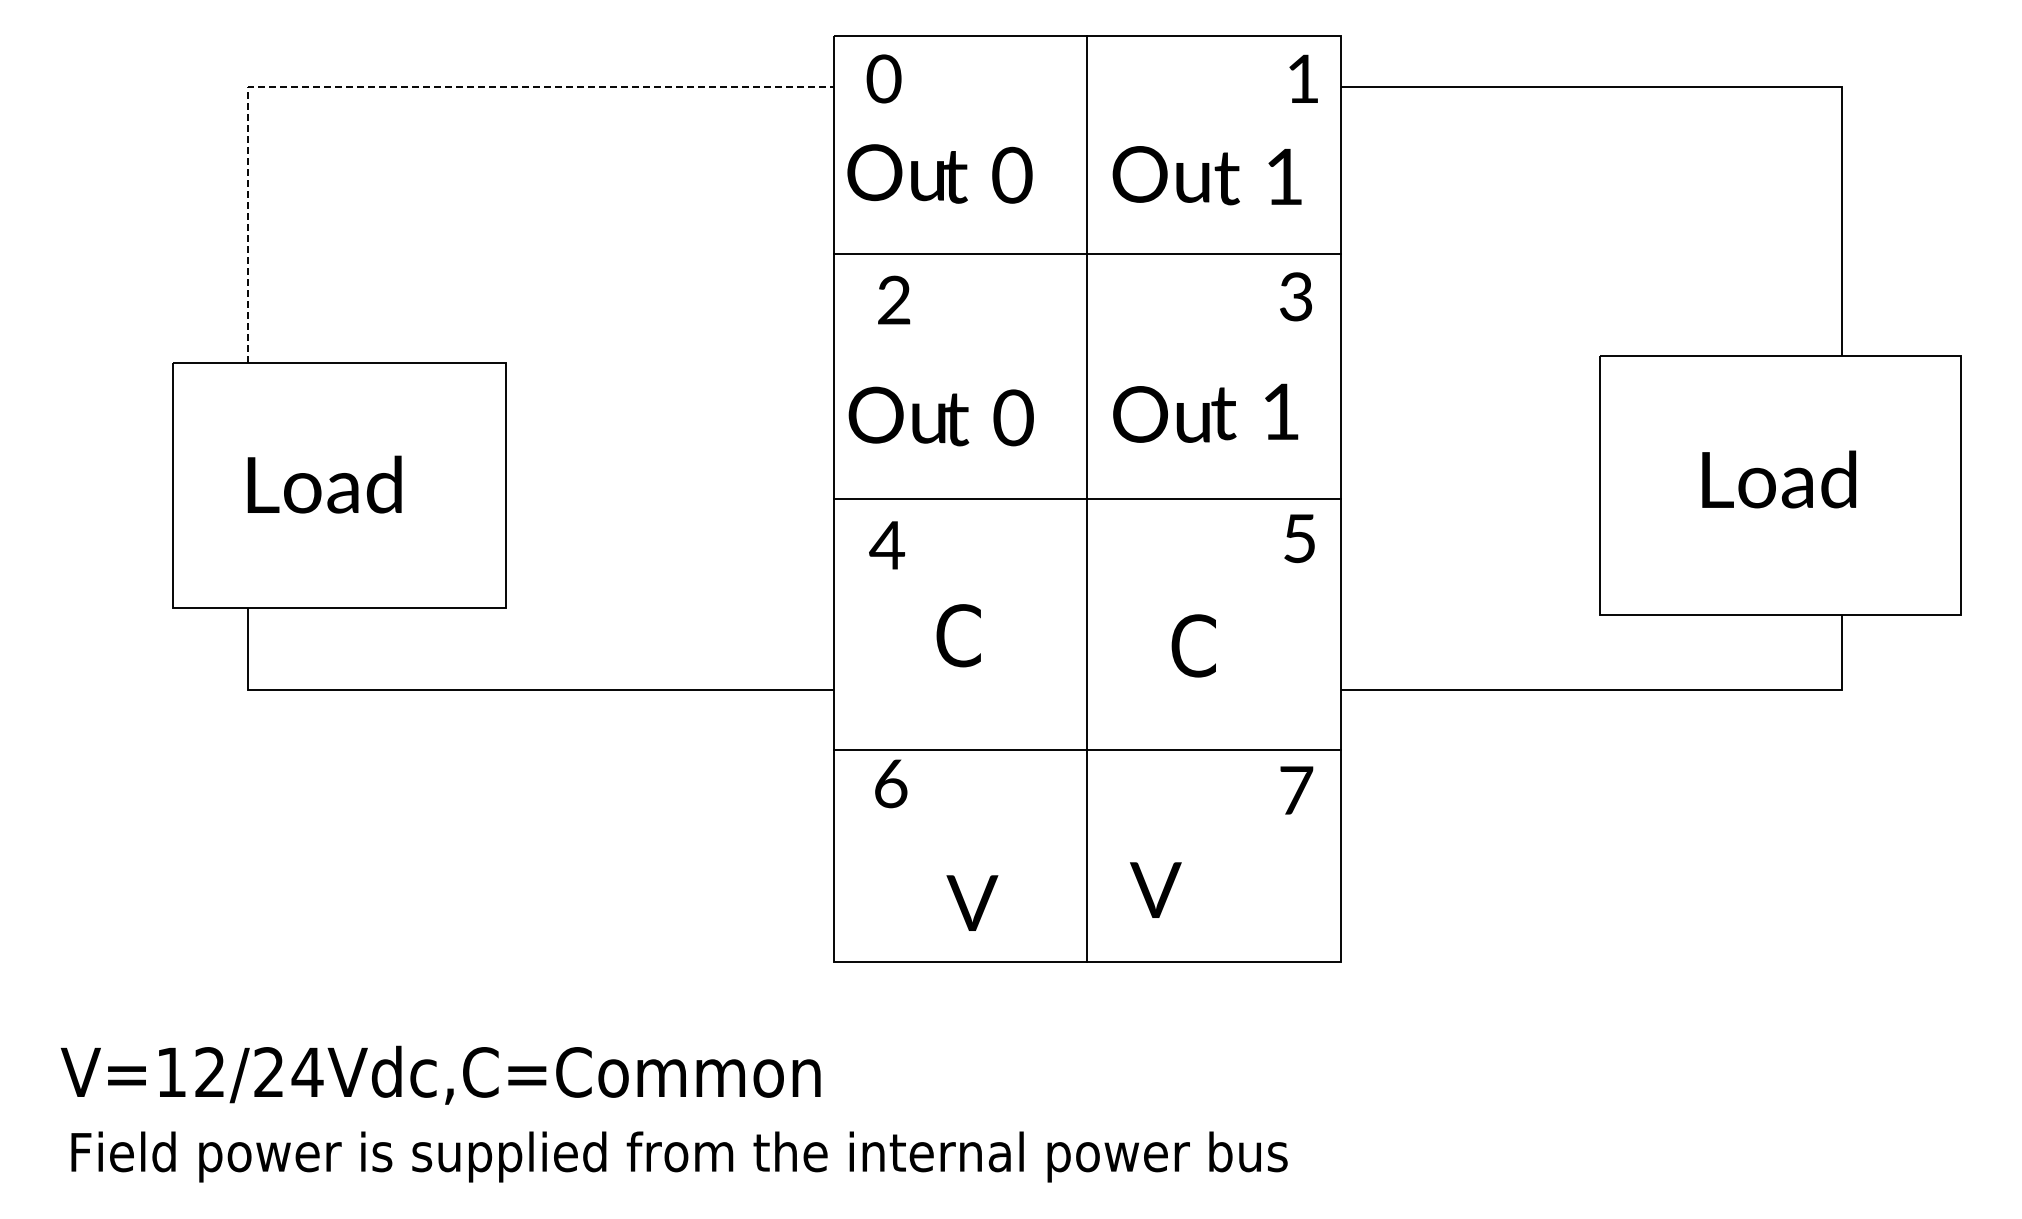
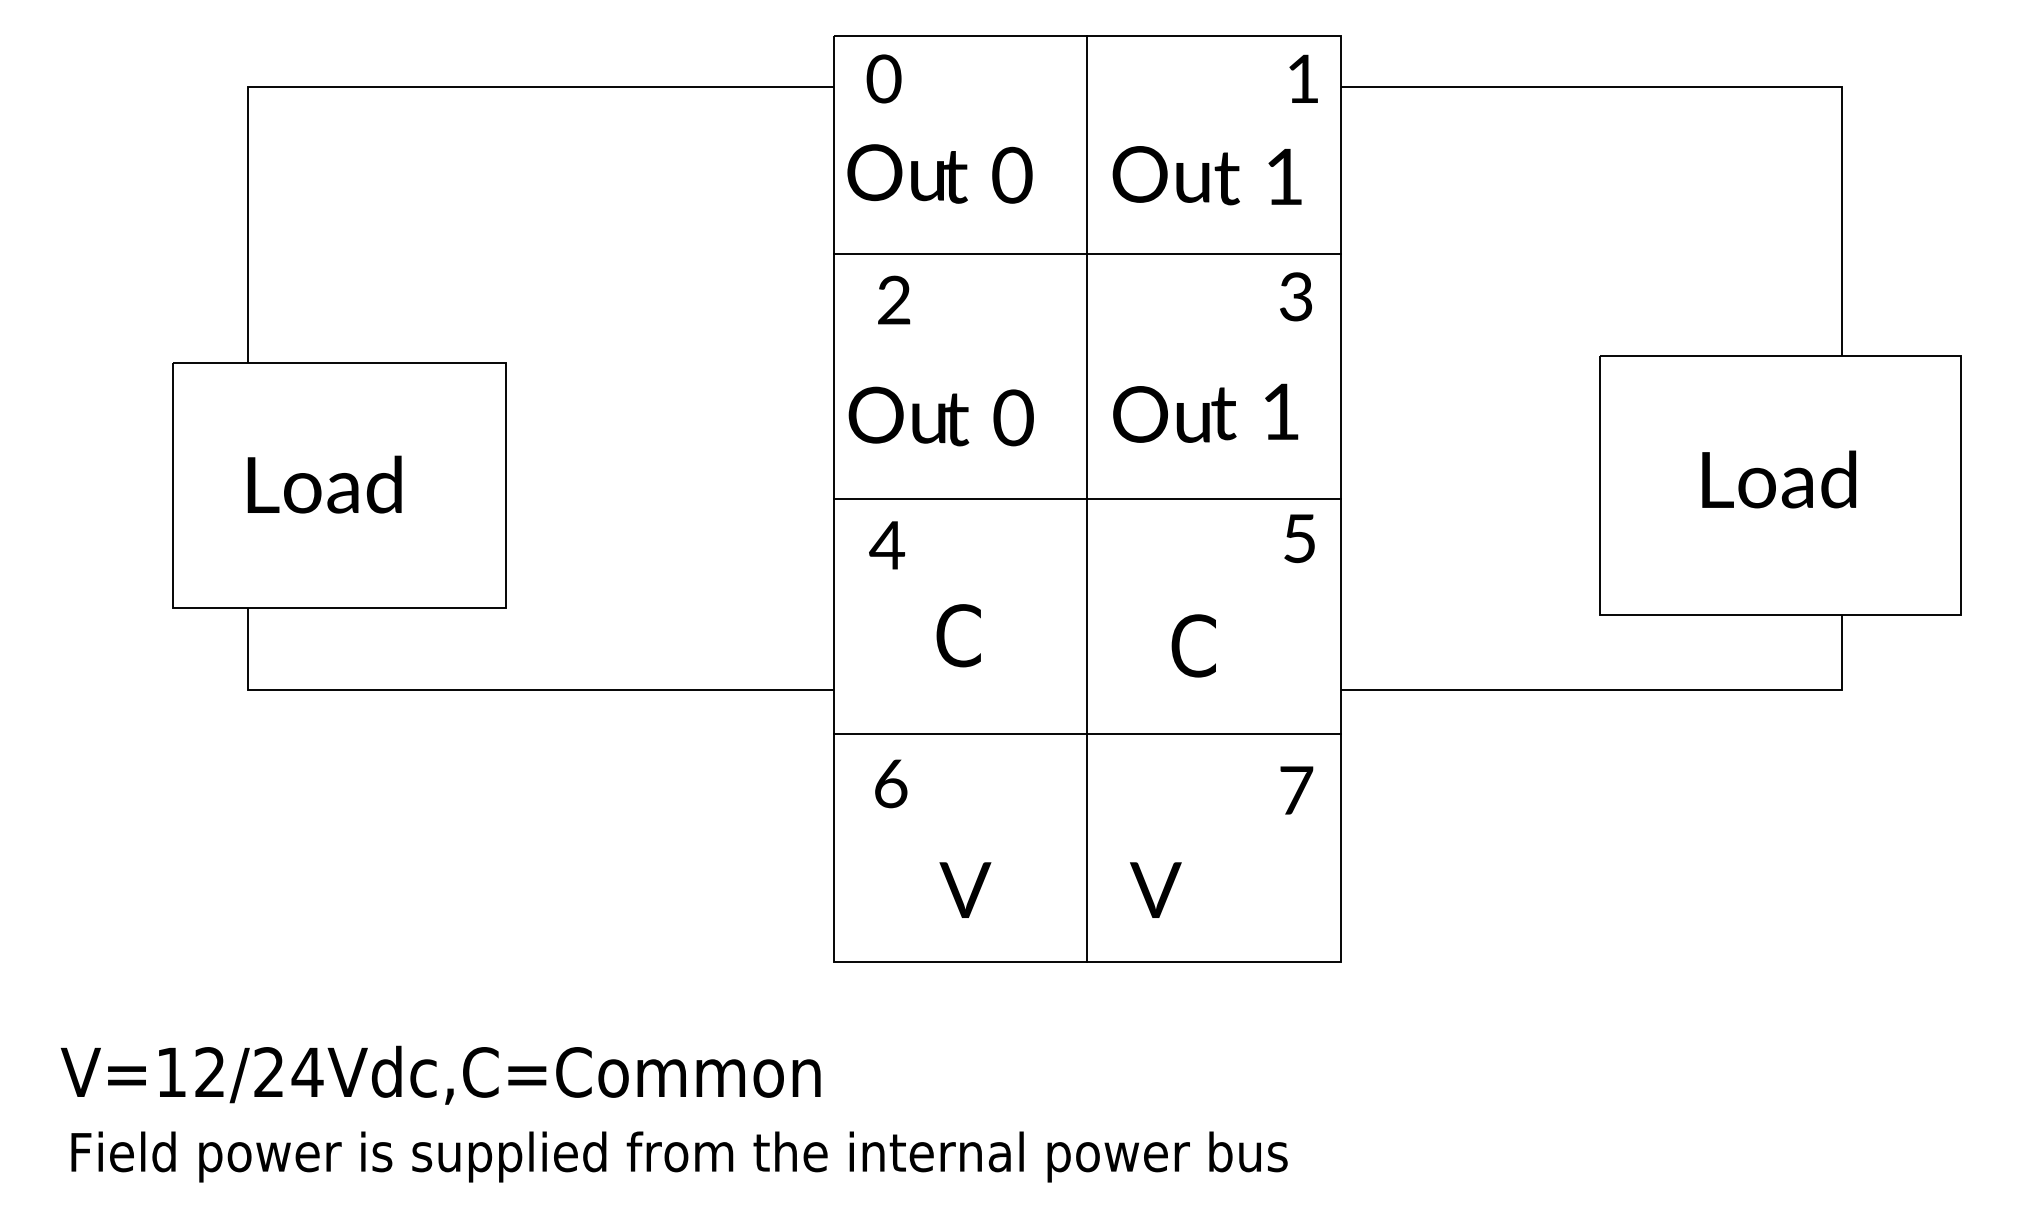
line at (402, 87): dashed -> solid
line at (1087, 750) position: (1087, 750) -> (1087, 734)
text at (972, 902) position: (972, 902) -> (965, 889)
